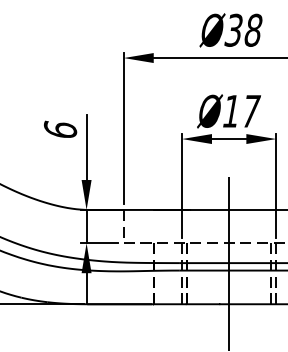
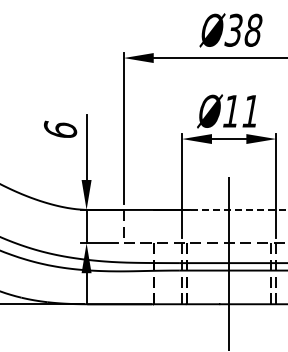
text at (251, 111): Ø17 -> Ø11
line at (239, 209): solid -> dashed
